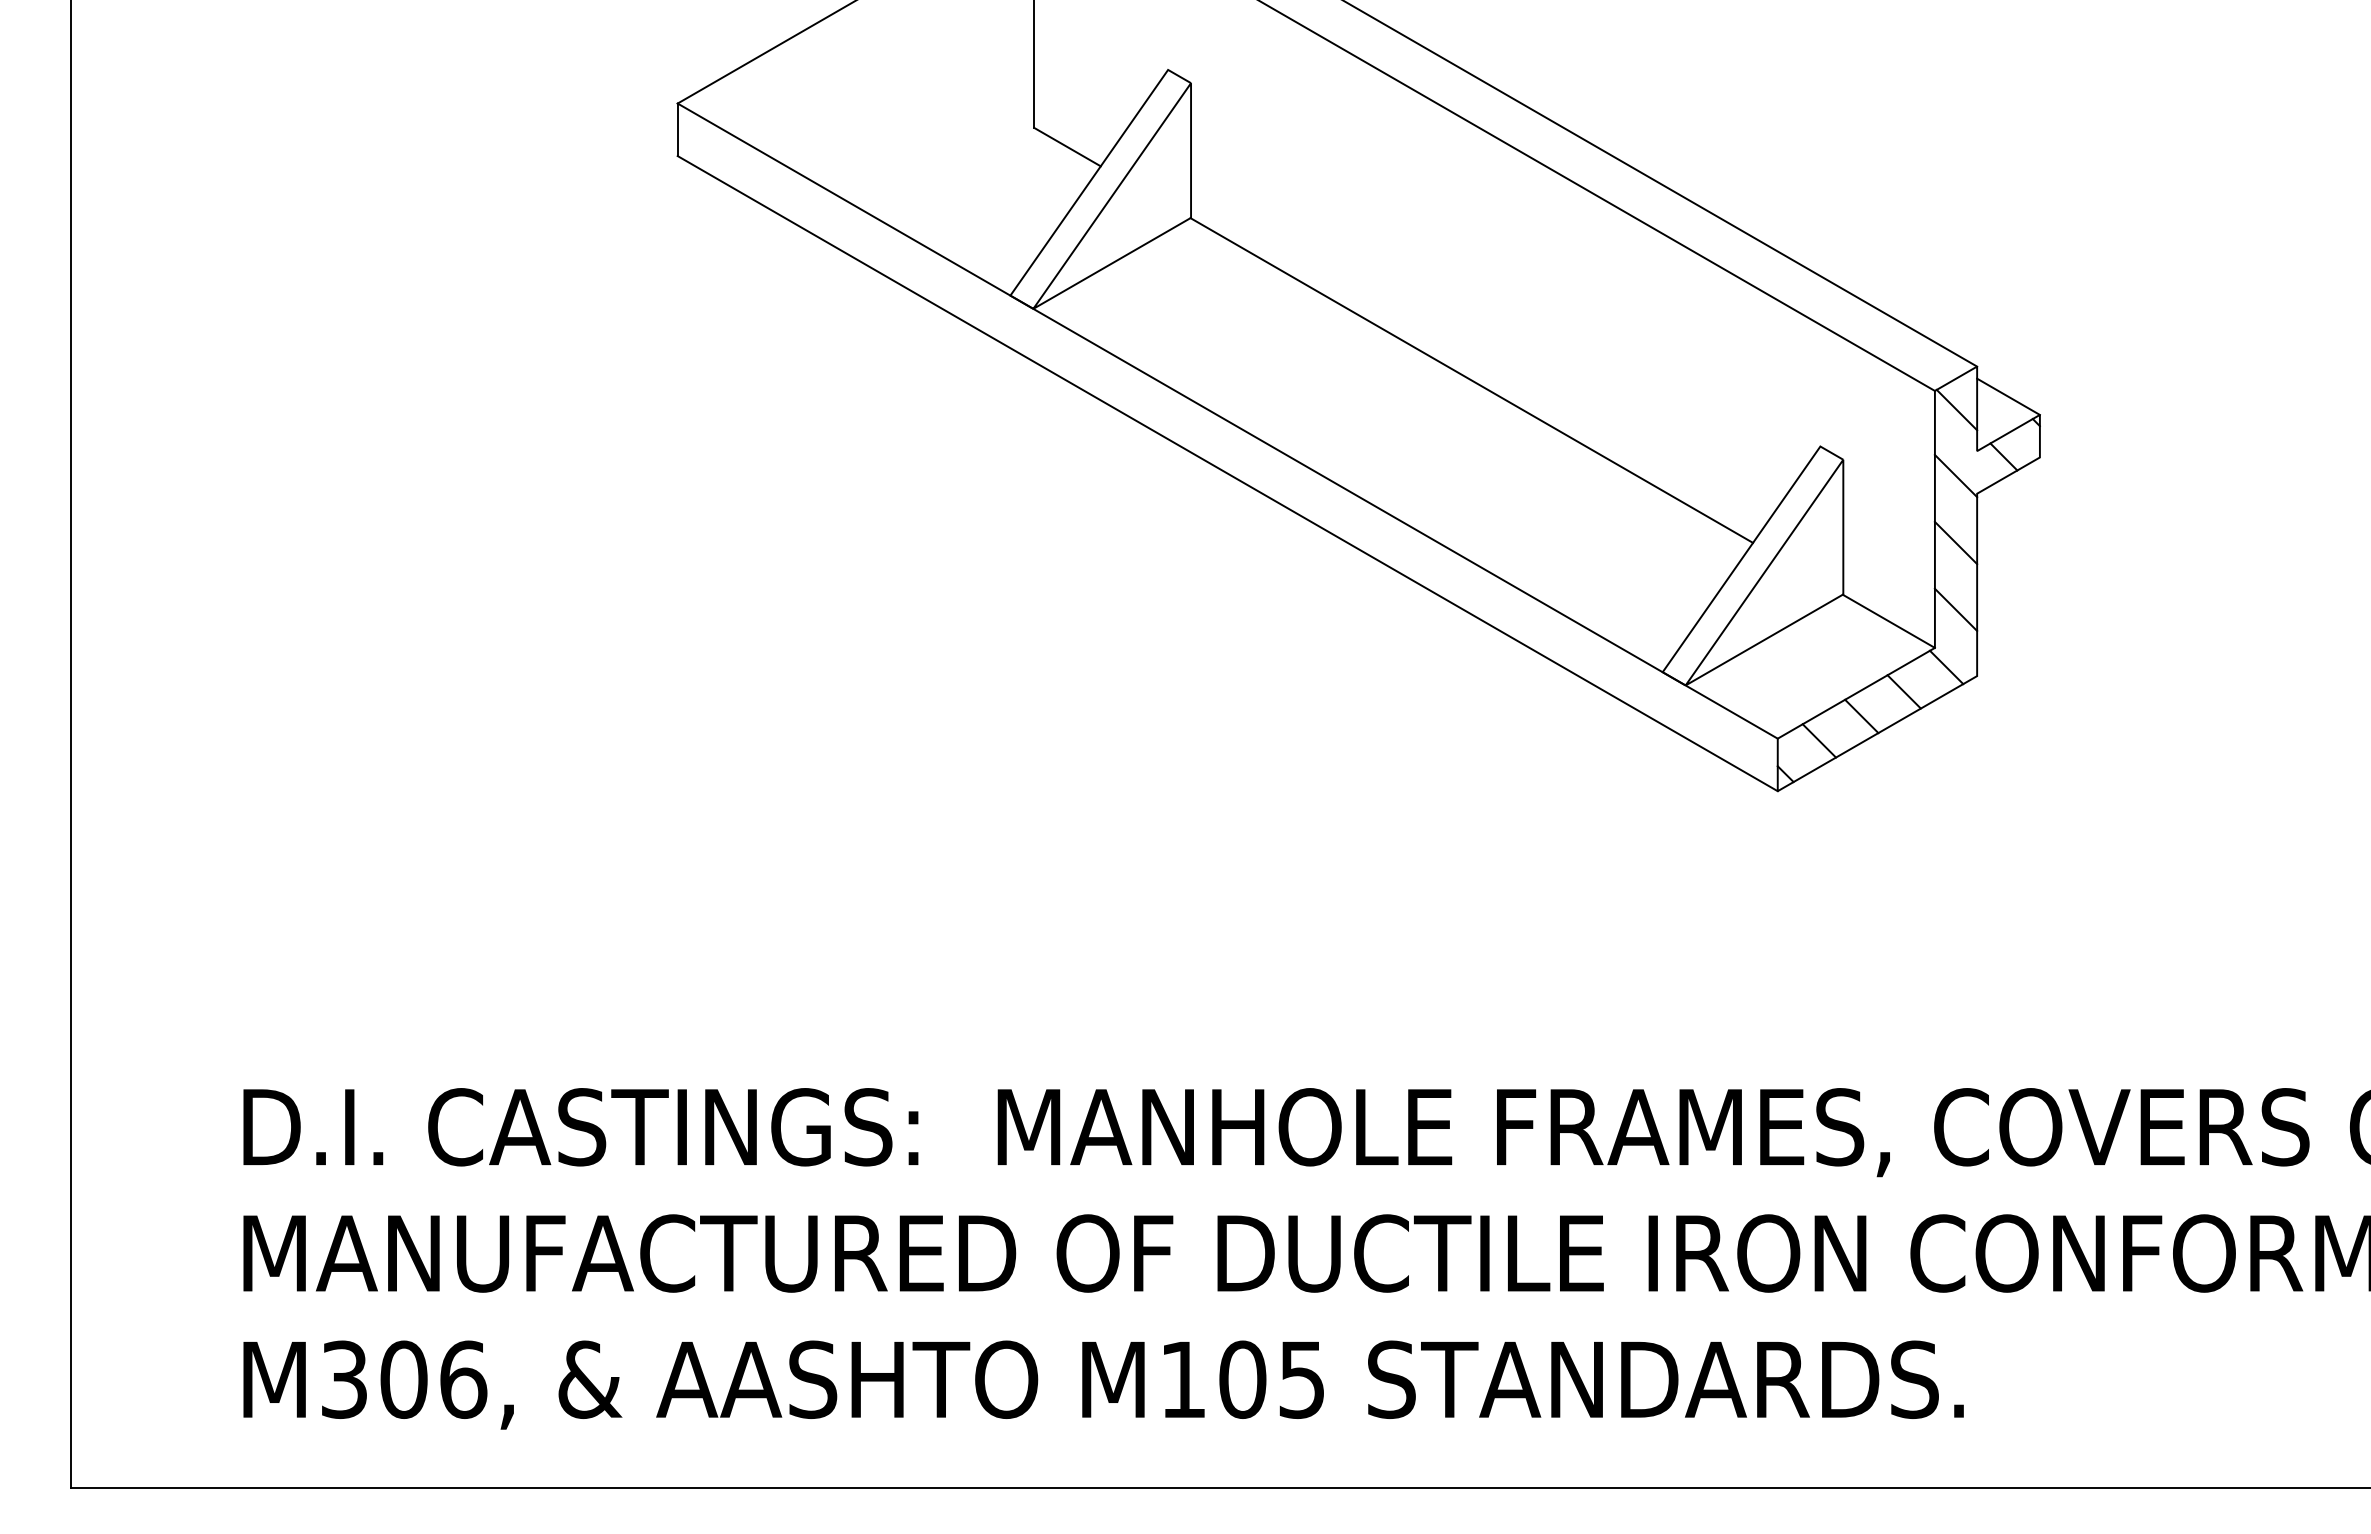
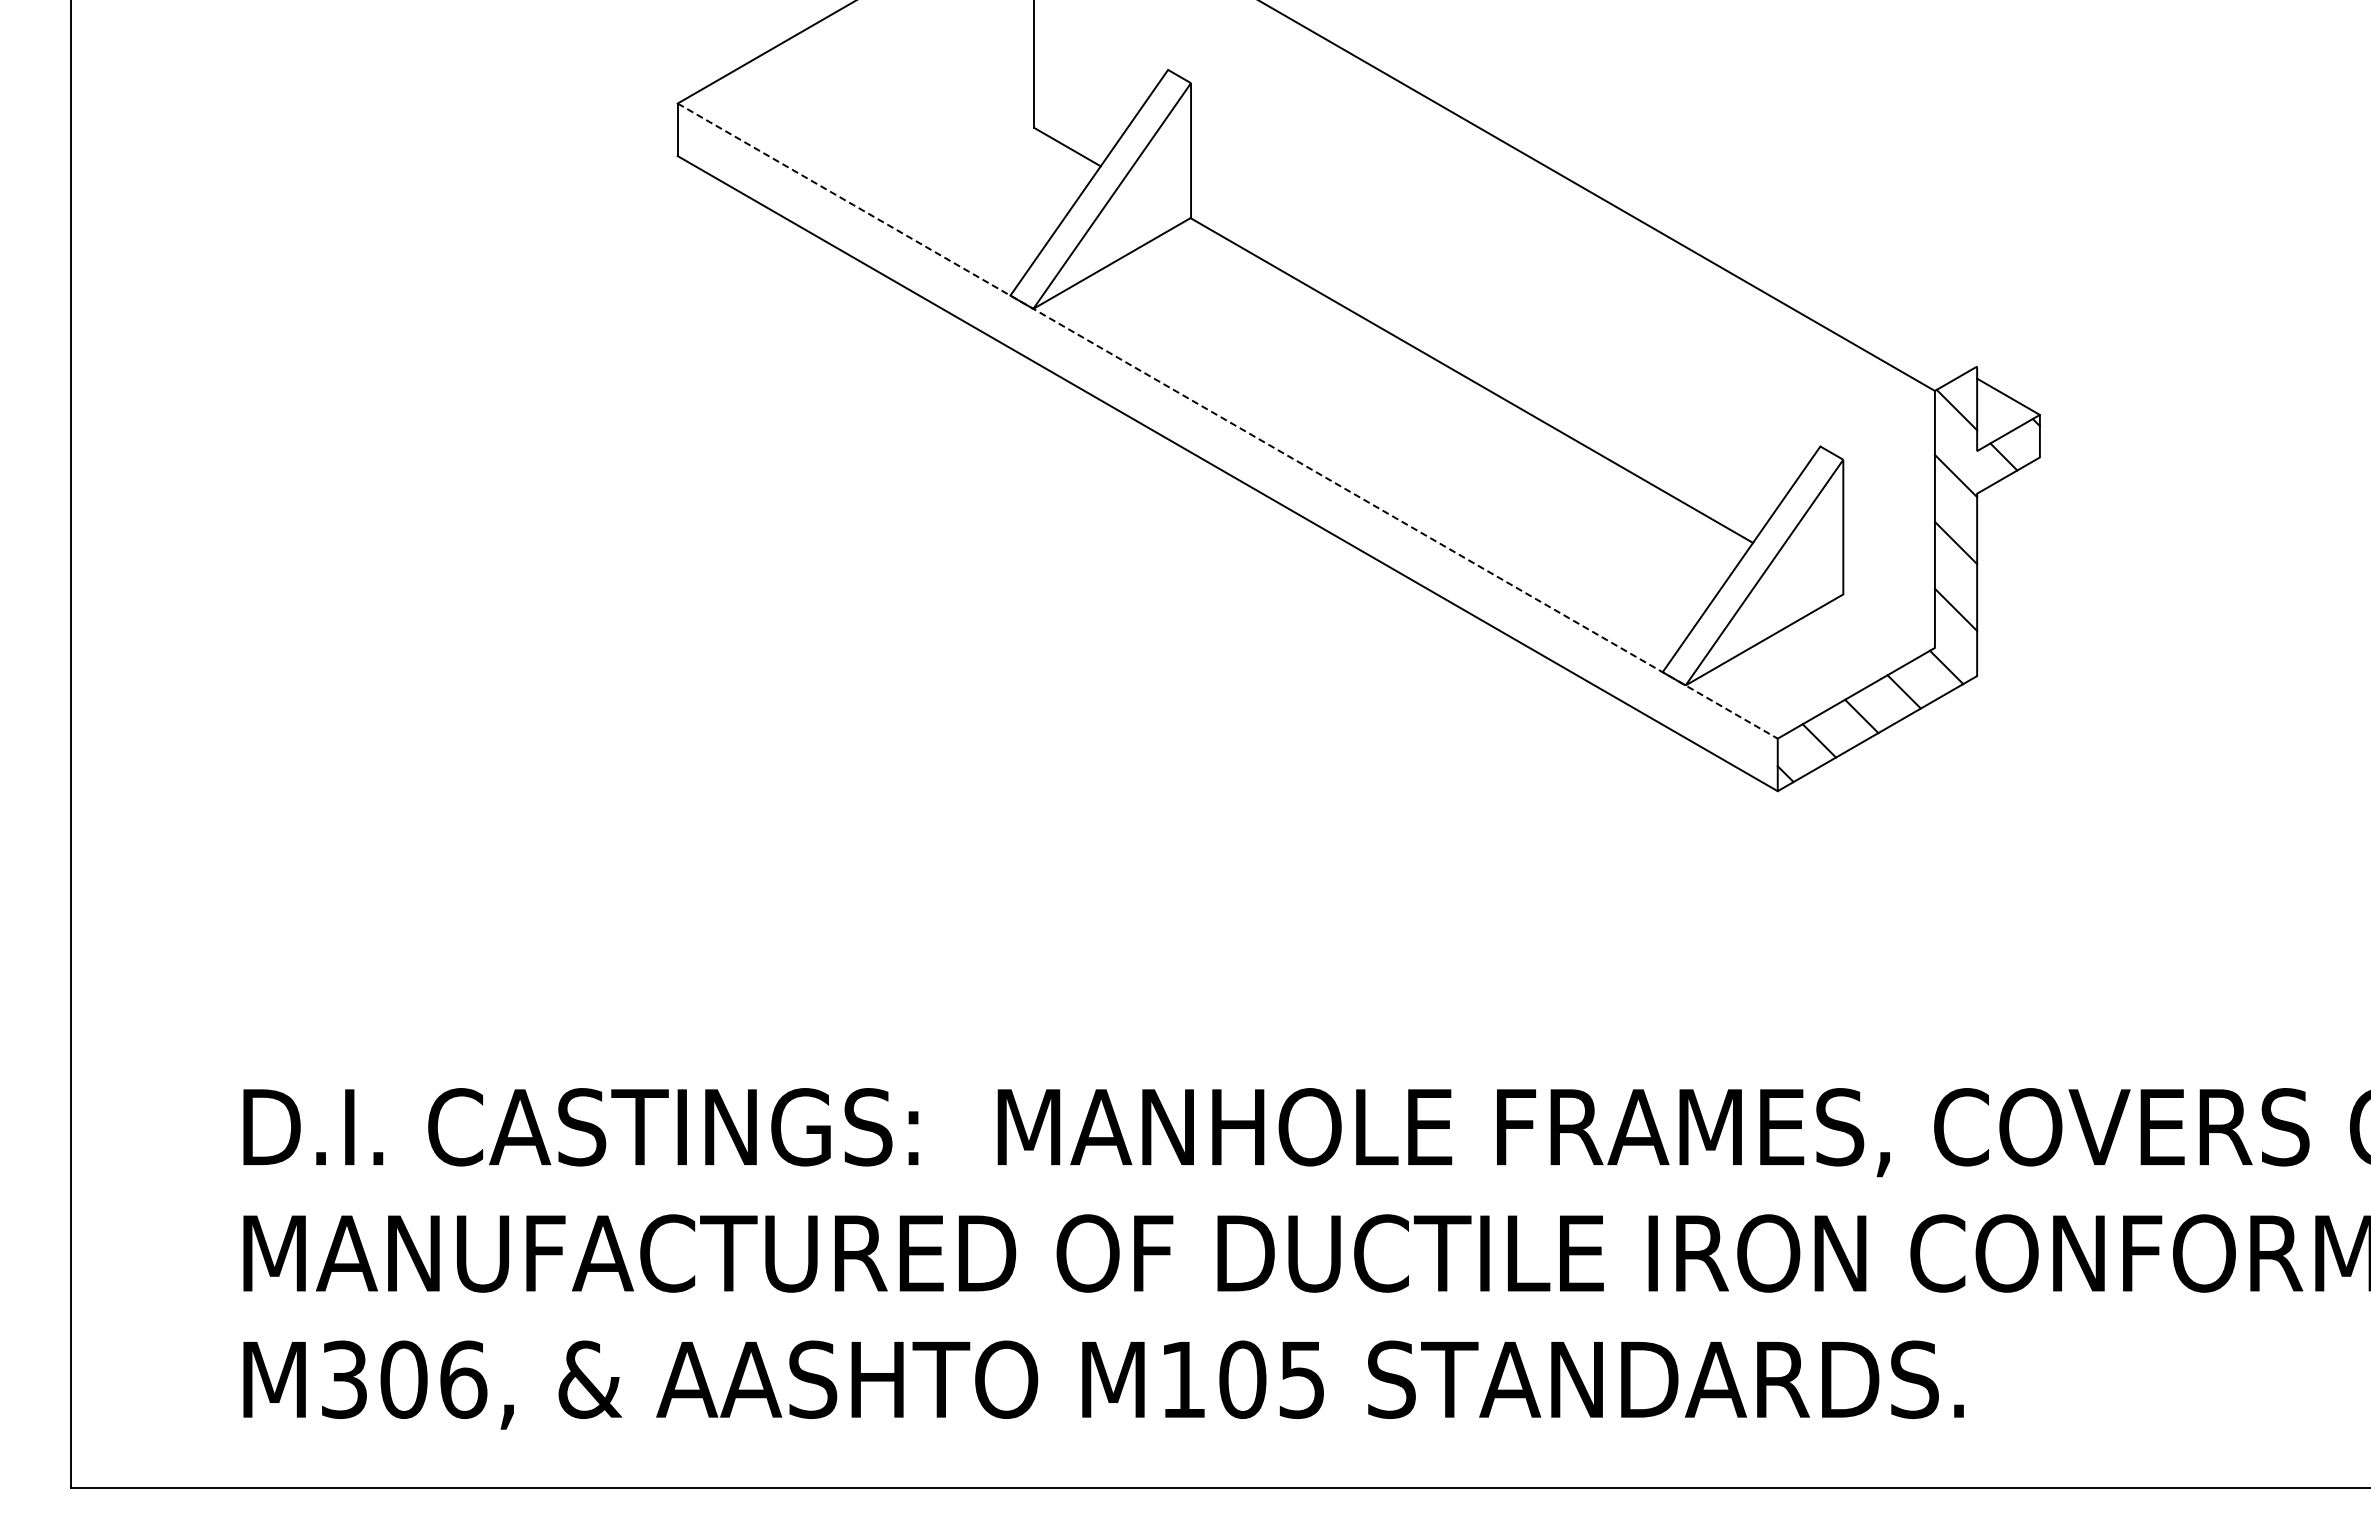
line at (1661, 184): present -> none
line at (1228, 421): solid -> dashed
line at (1888, 620): present -> none
